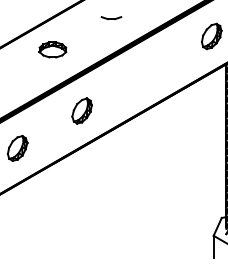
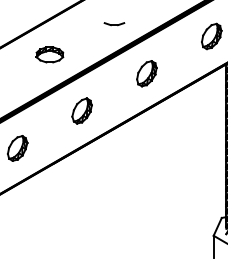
part at (111, 18) position: (111, 18) -> (114, 24)
part at (52, 49) position: (52, 49) -> (49, 54)
part at (146, 73): none -> present
